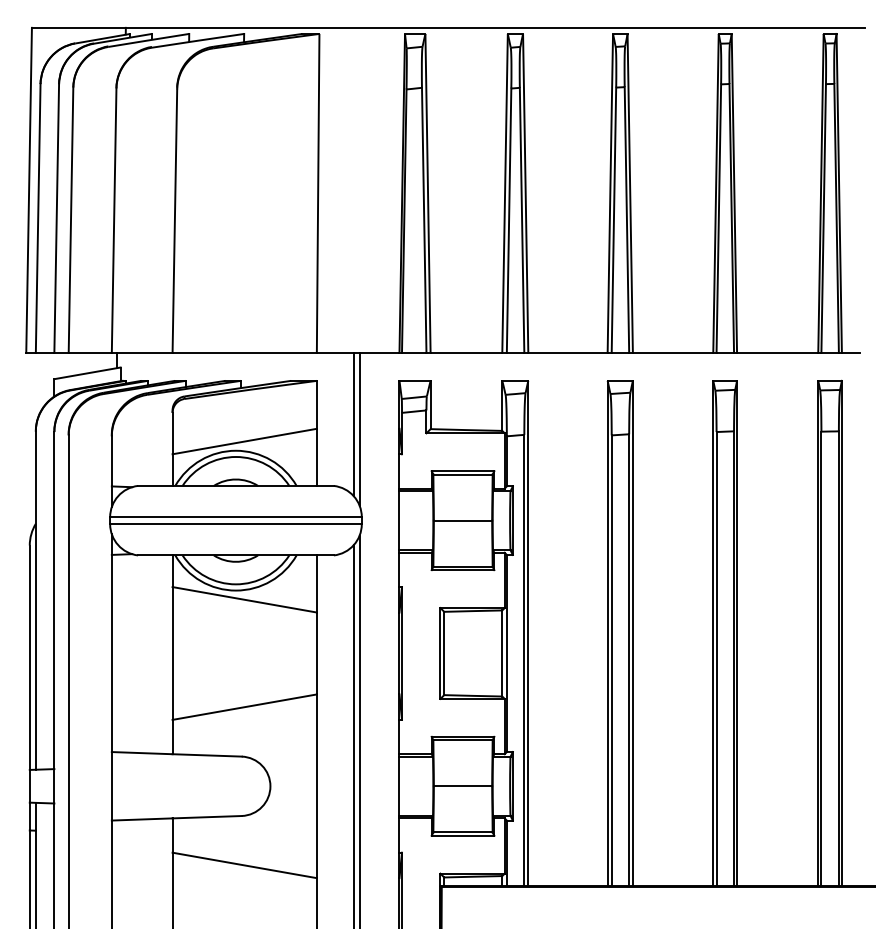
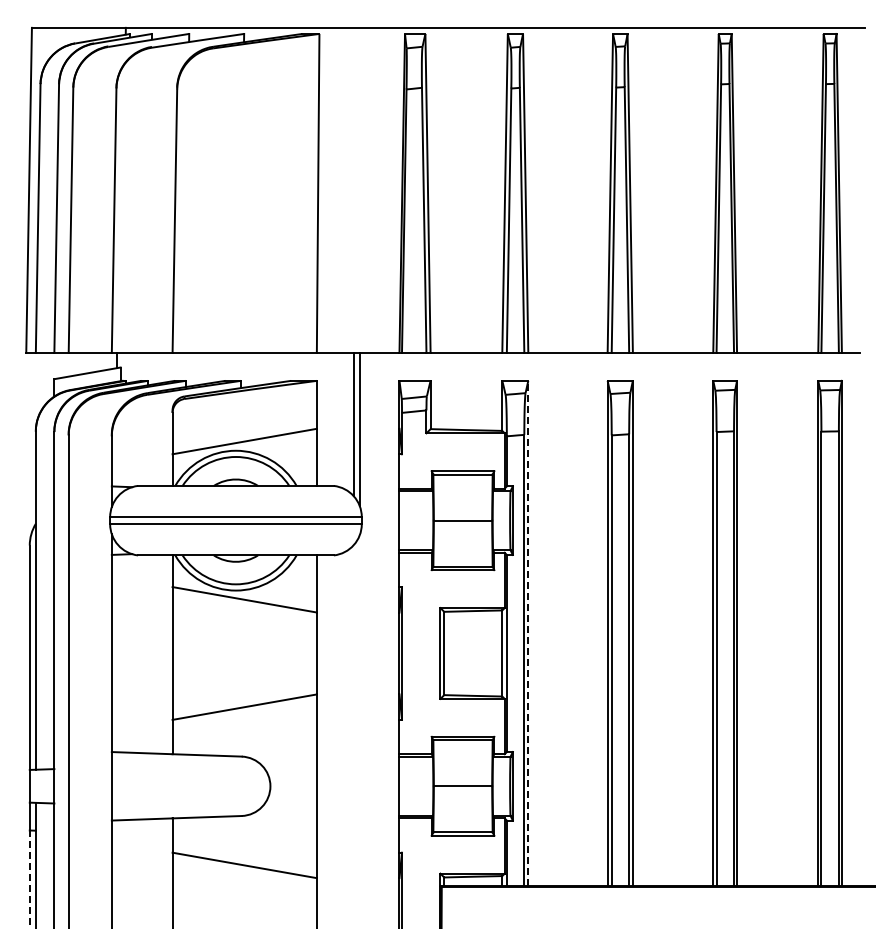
line at (528, 633): solid -> dashed
line at (359, 730): present -> none
line at (353, 735): present -> none
line at (29, 879): solid -> dashed
